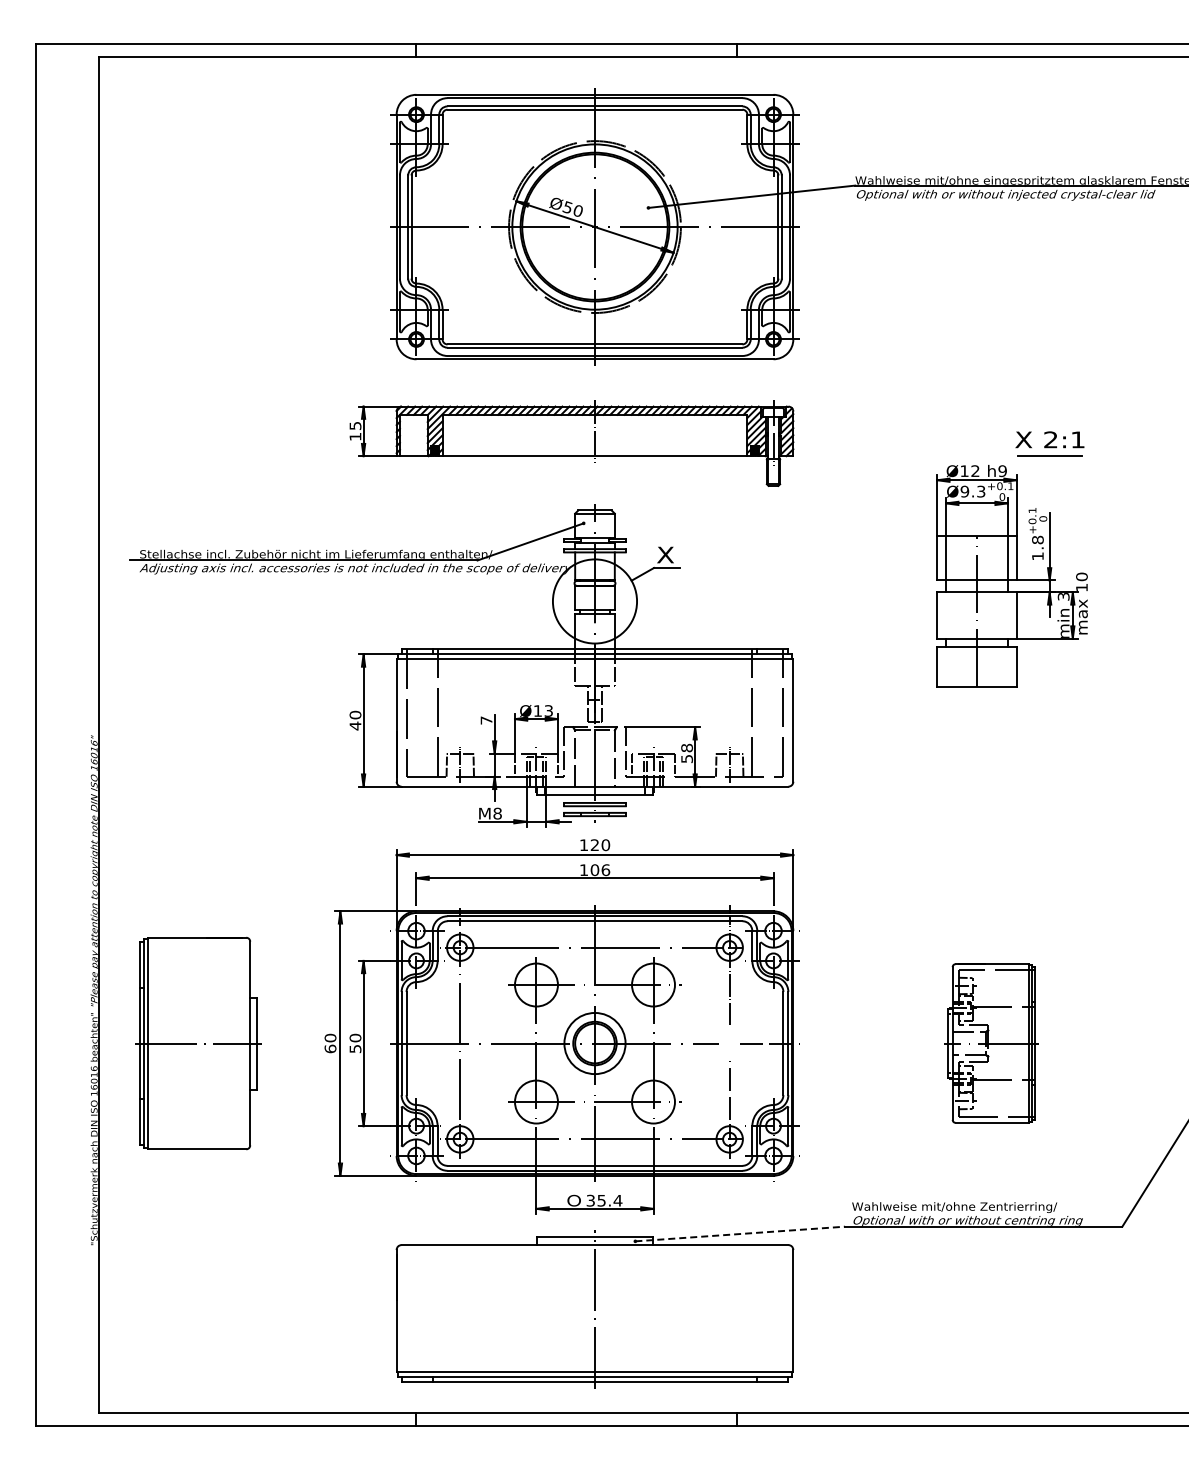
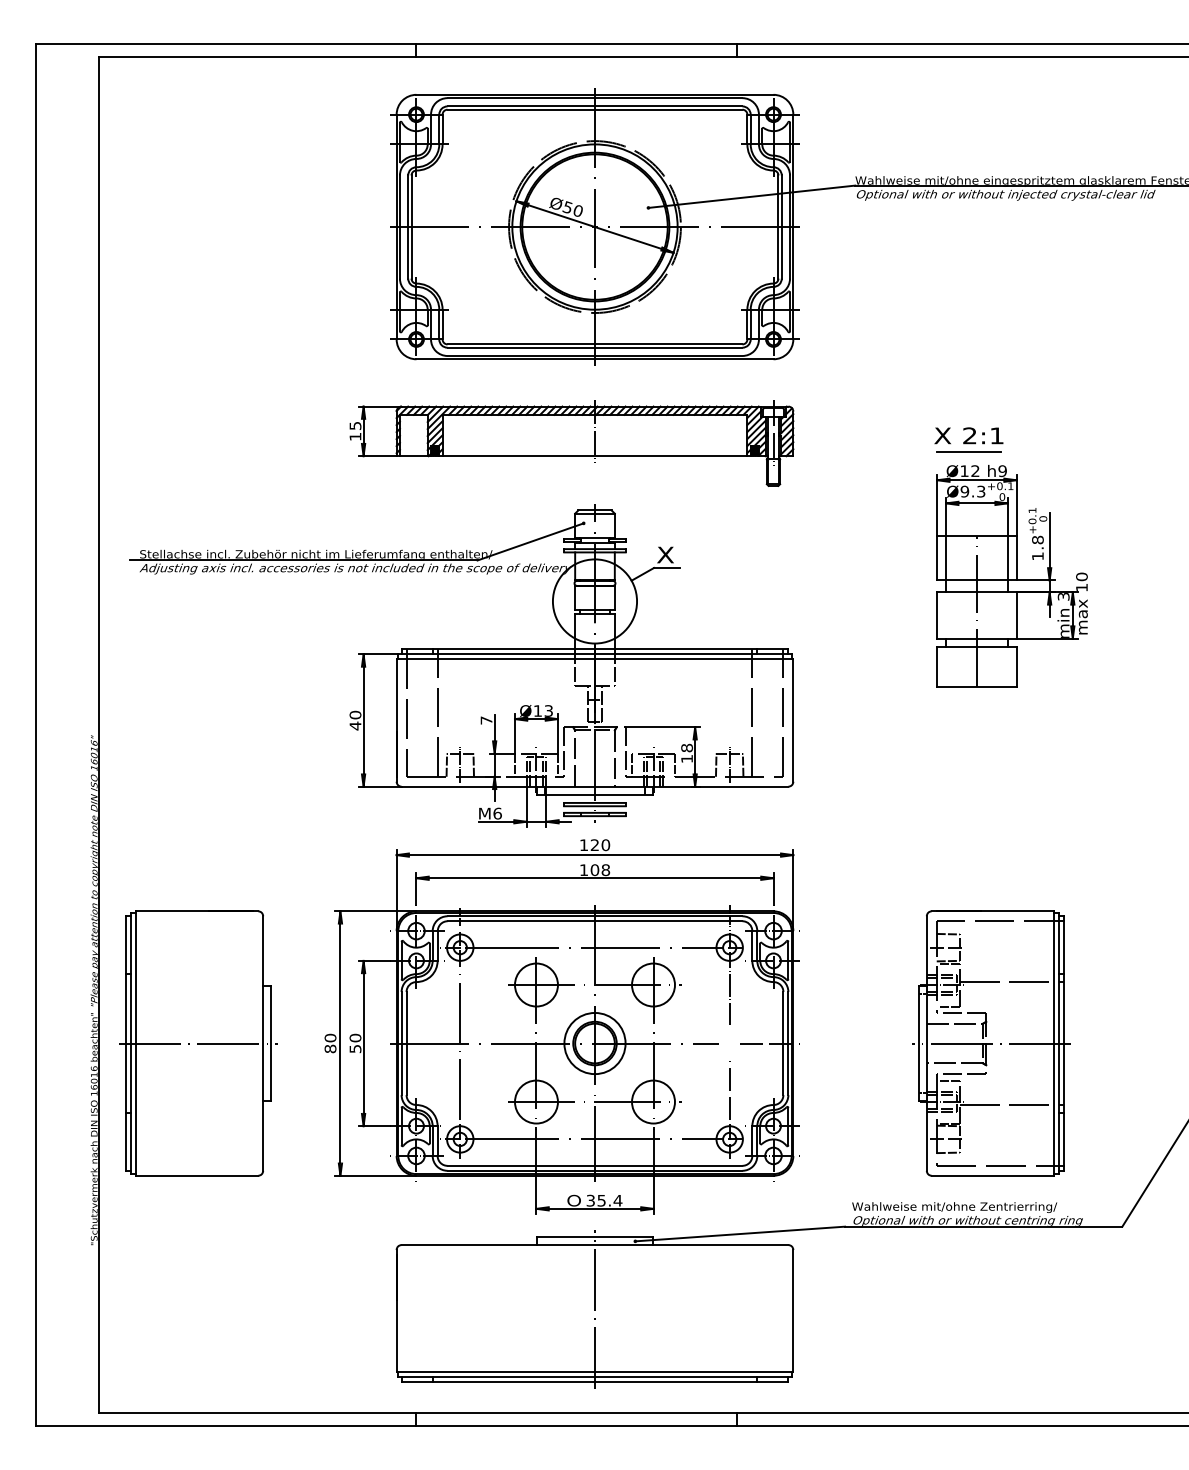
part at (1049, 443) position: (1049, 443) -> (968, 439)
text at (686, 759): 58 -> 18
text at (497, 813): M8 -> M6
text at (605, 869): 106 -> 108
part at (198, 1043) size: 127x215 px -> 159x267 px
part at (991, 1043) size: 95x161 px -> 159x267 px
text at (330, 1048): 60 -> 80
line at (740, 1233): dashed -> solid
